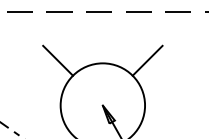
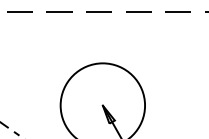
line at (58, 60): present -> none
line at (147, 60): present -> none
